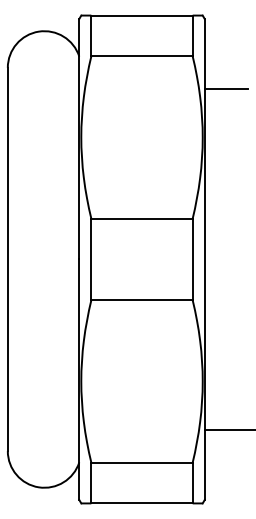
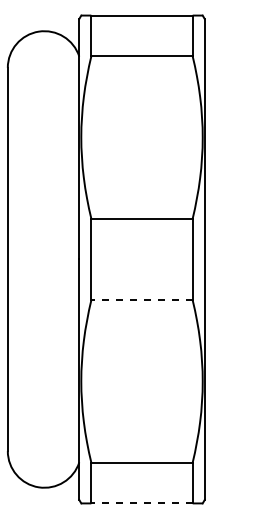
line at (226, 88): present -> none
line at (142, 300): solid -> dashed
line at (228, 430): present -> none
line at (142, 503): solid -> dashed
